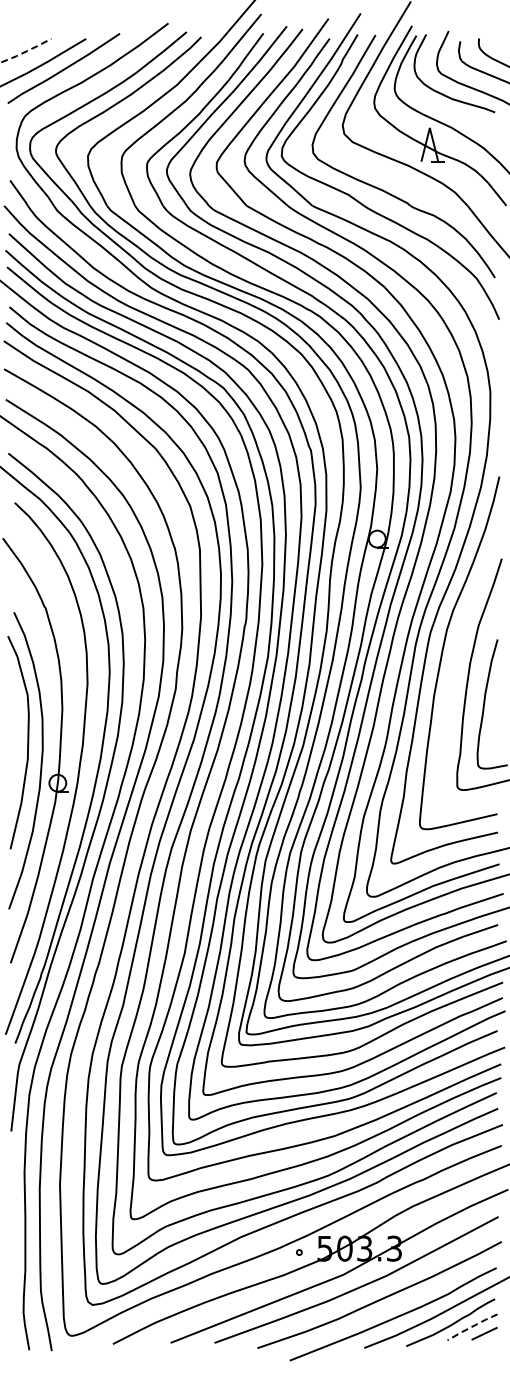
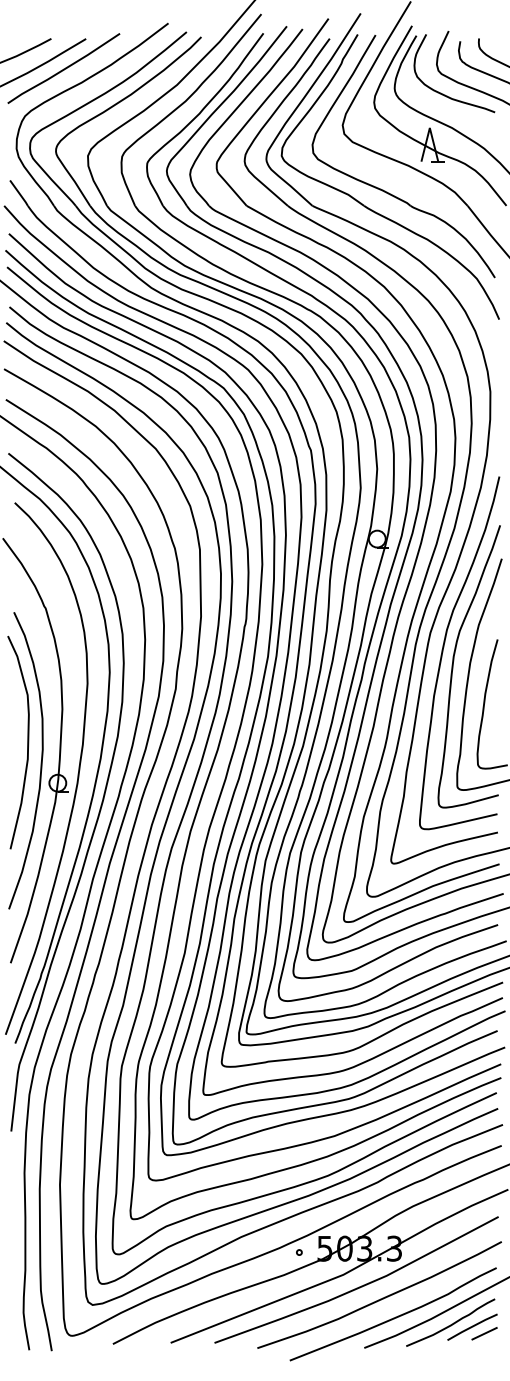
line at (26, 51): dashed -> solid
curve at (454, 661): none -> present
line at (472, 1326): dashed -> solid
